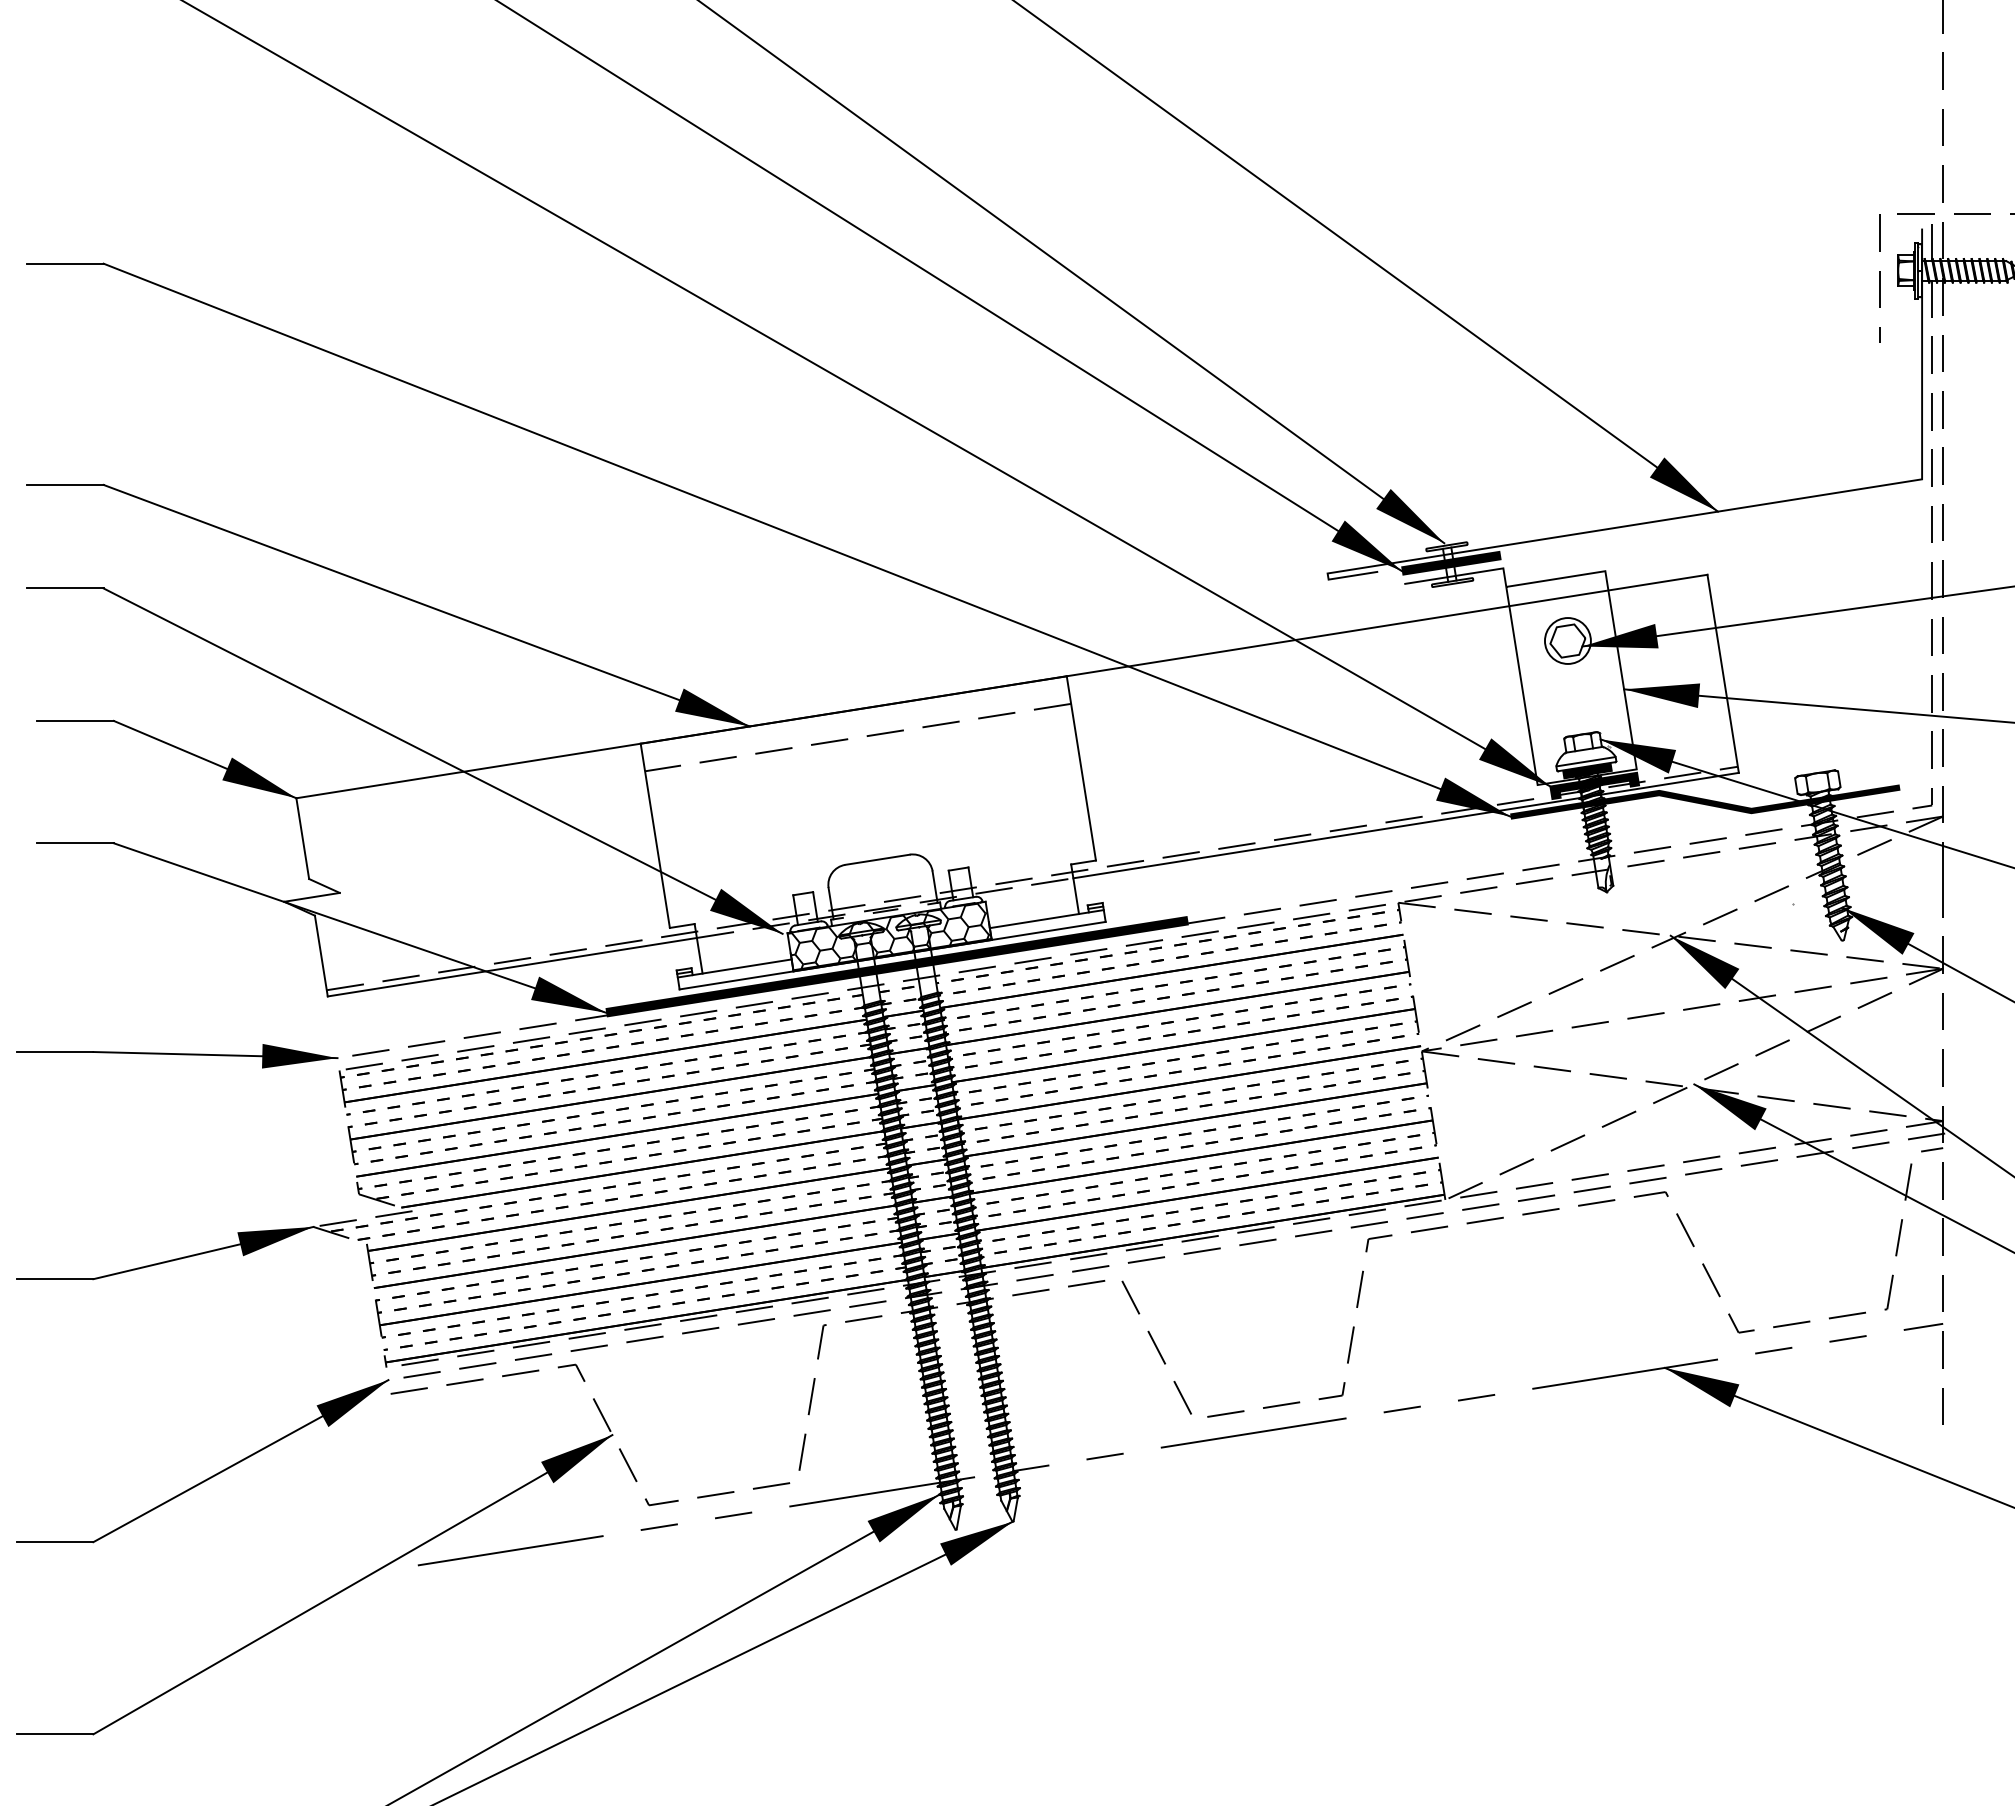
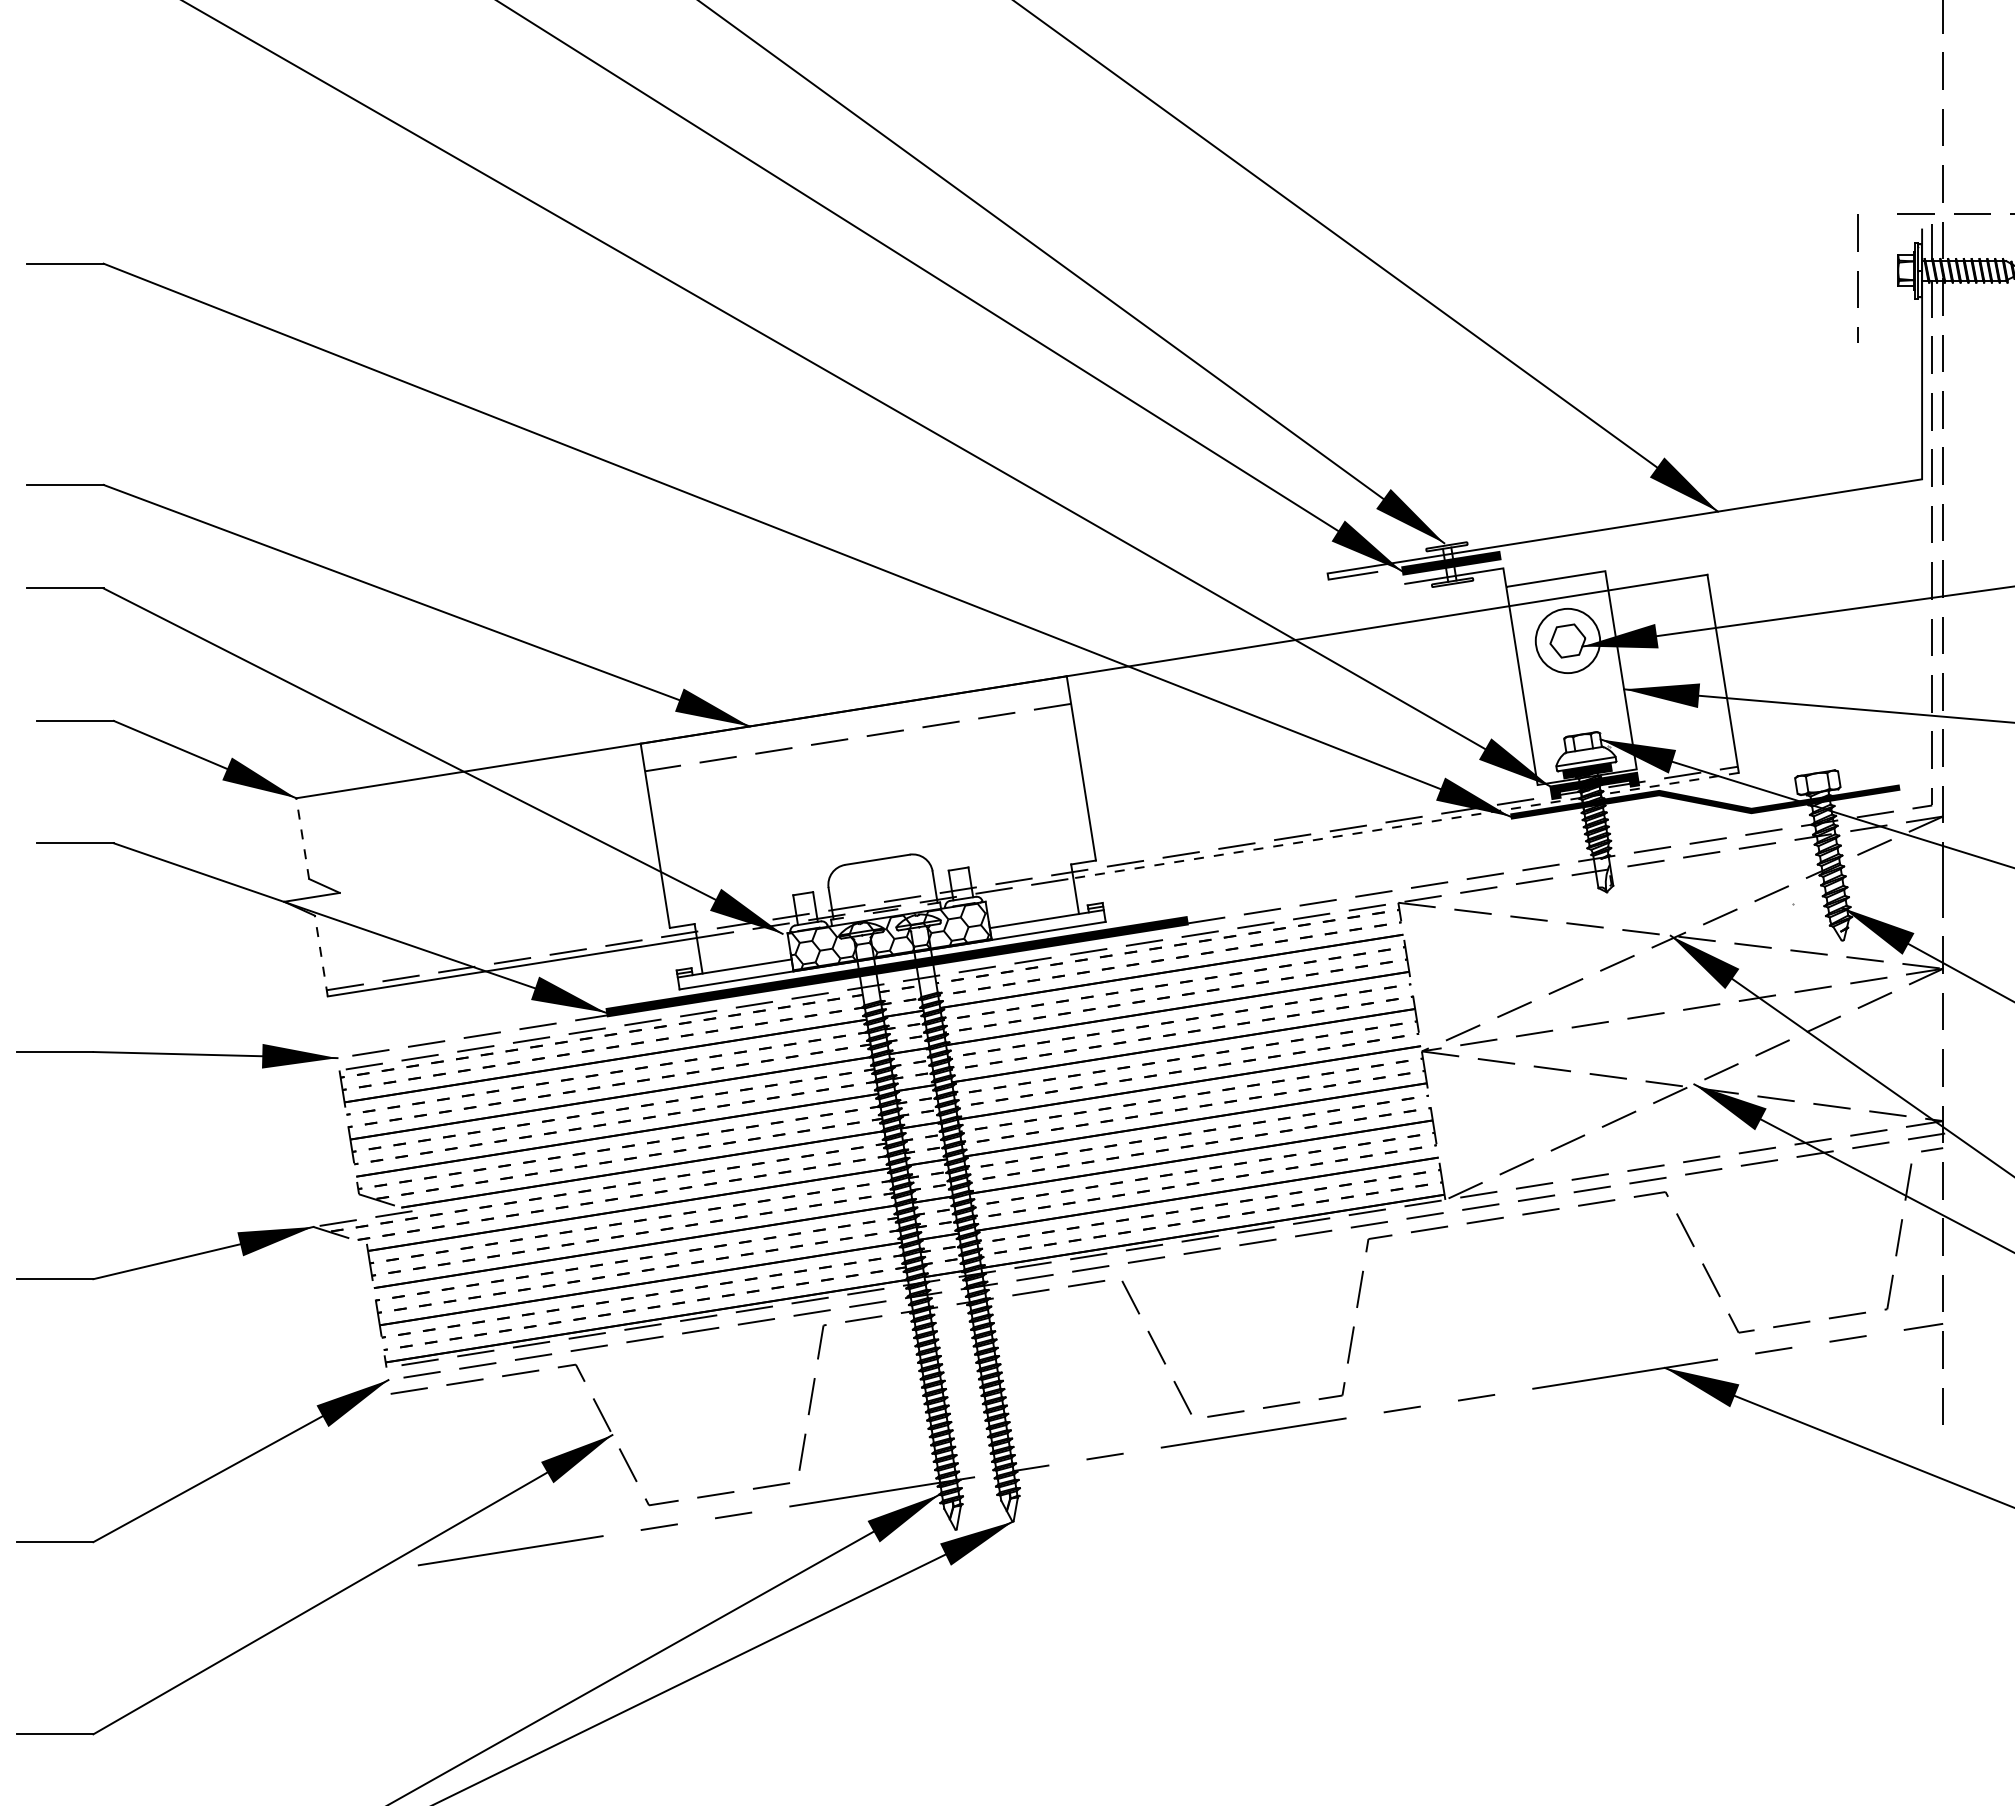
line at (1879, 278) position: (1879, 278) -> (1857, 278)
circle at (1567, 640) diameter: 46 px -> 64 px
line at (1406, 825): solid -> dashed
line at (302, 838): solid -> dashed
line at (321, 956): solid -> dashed
